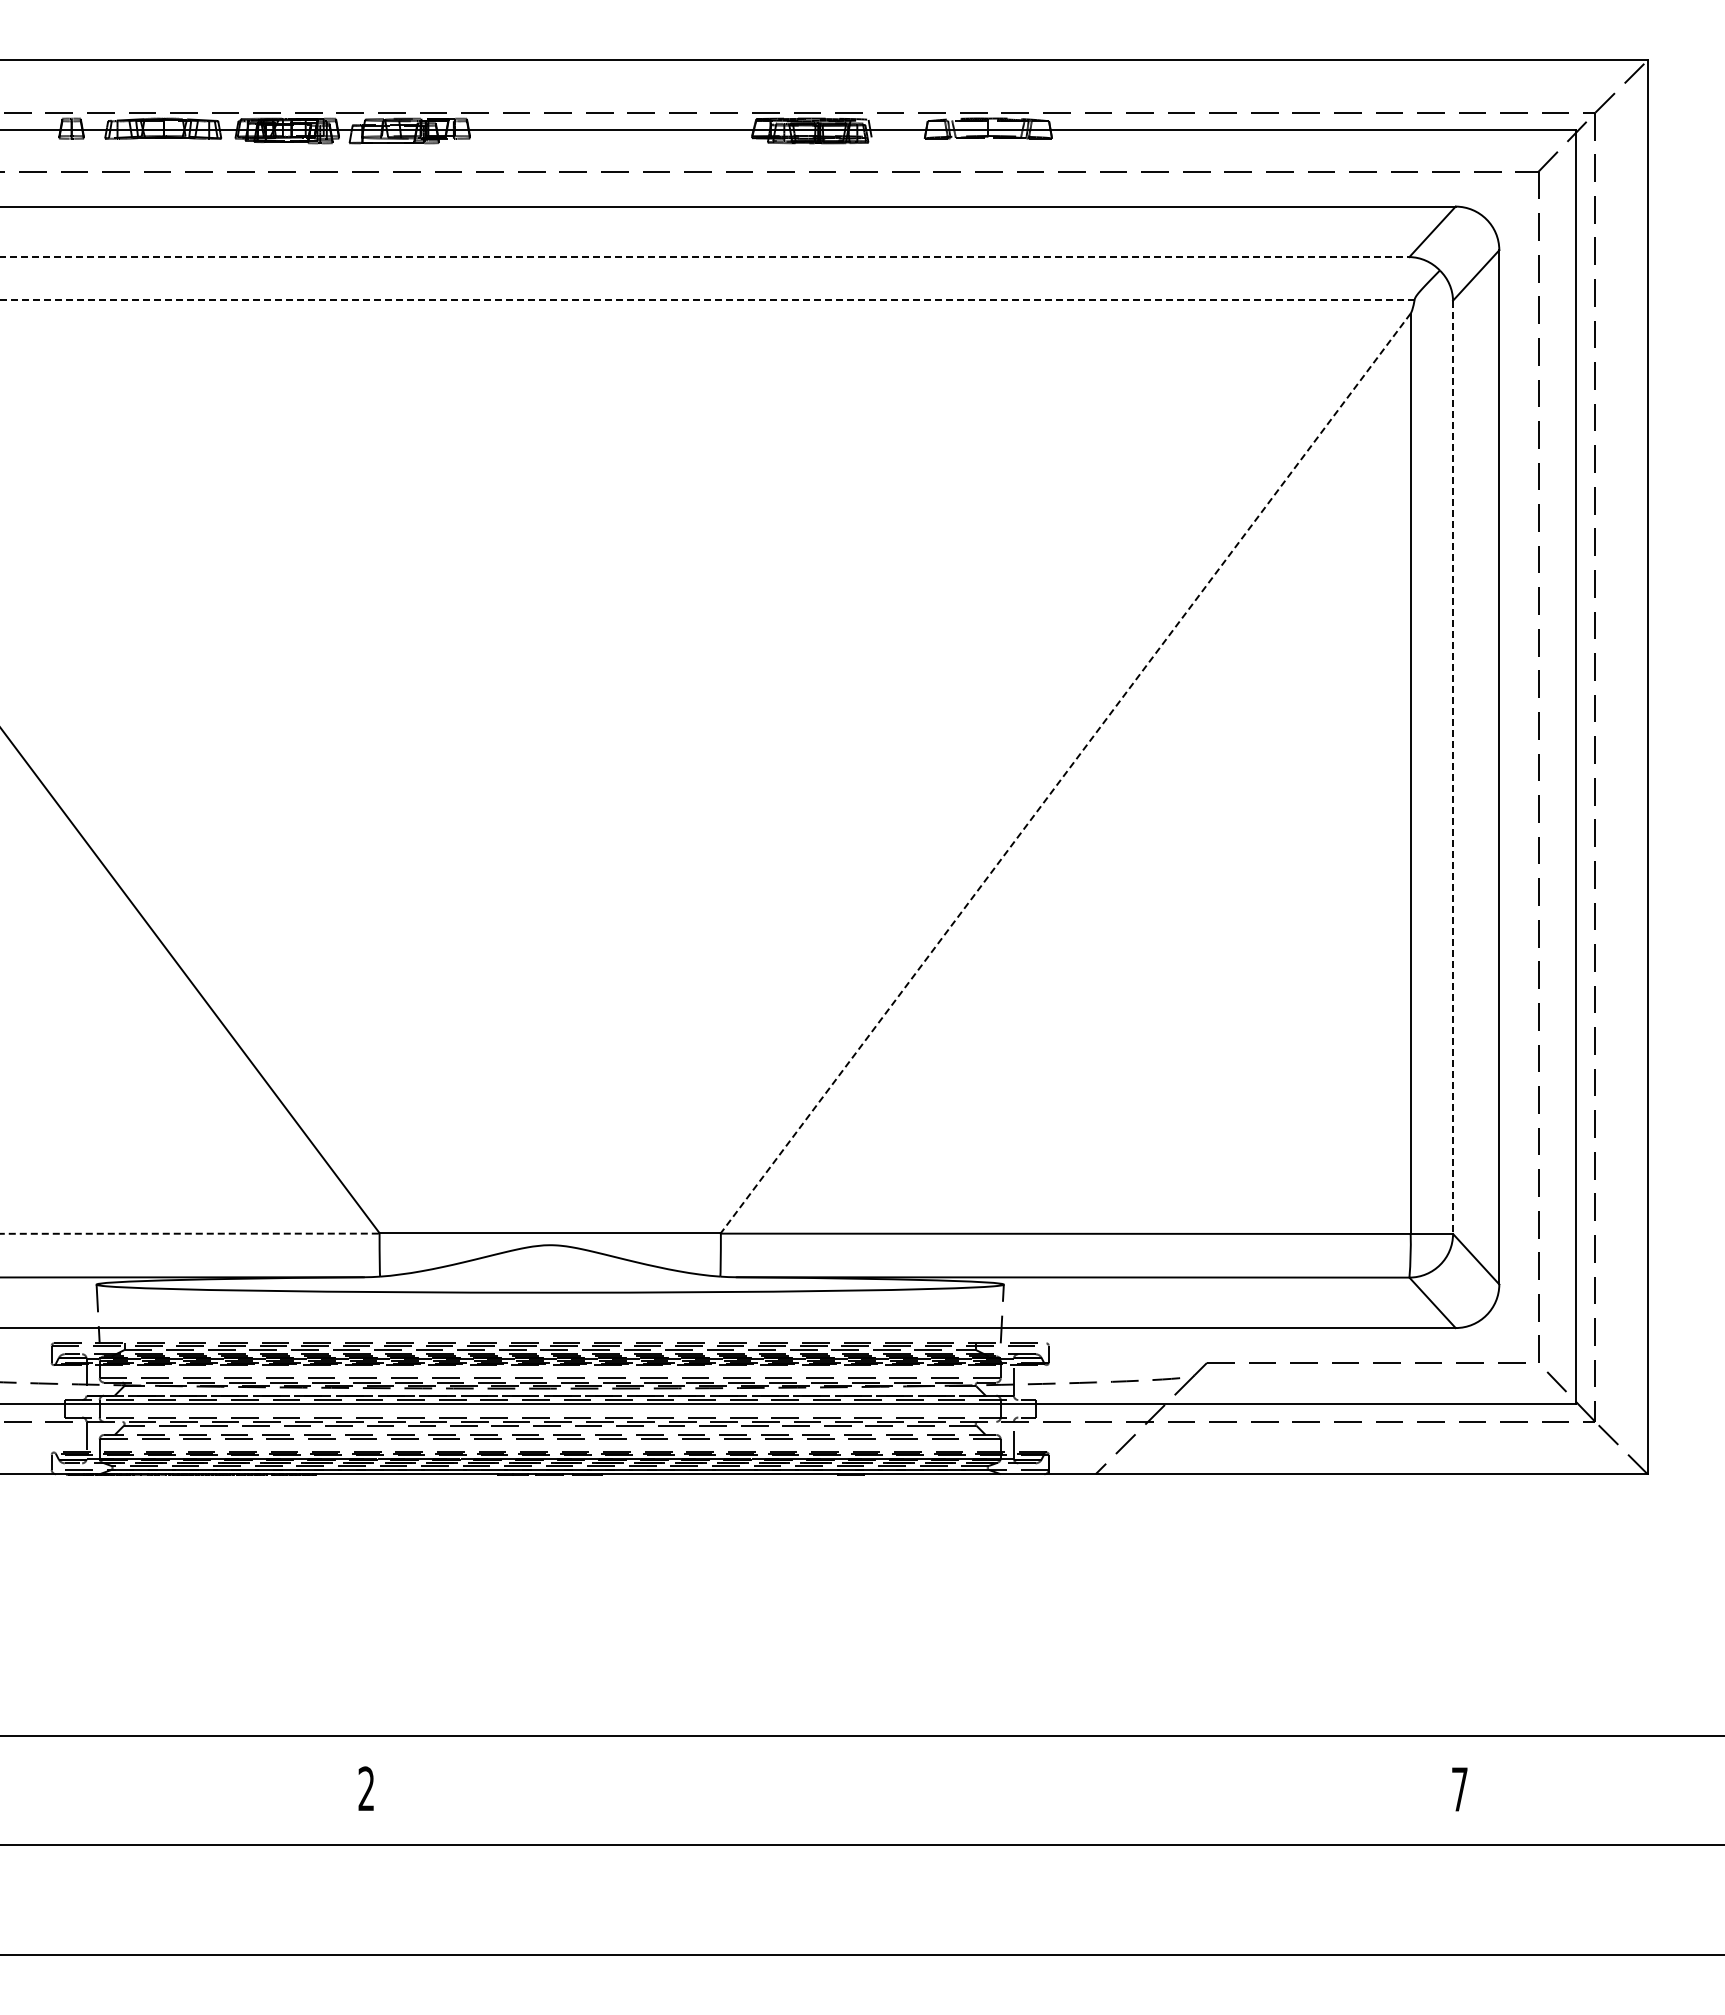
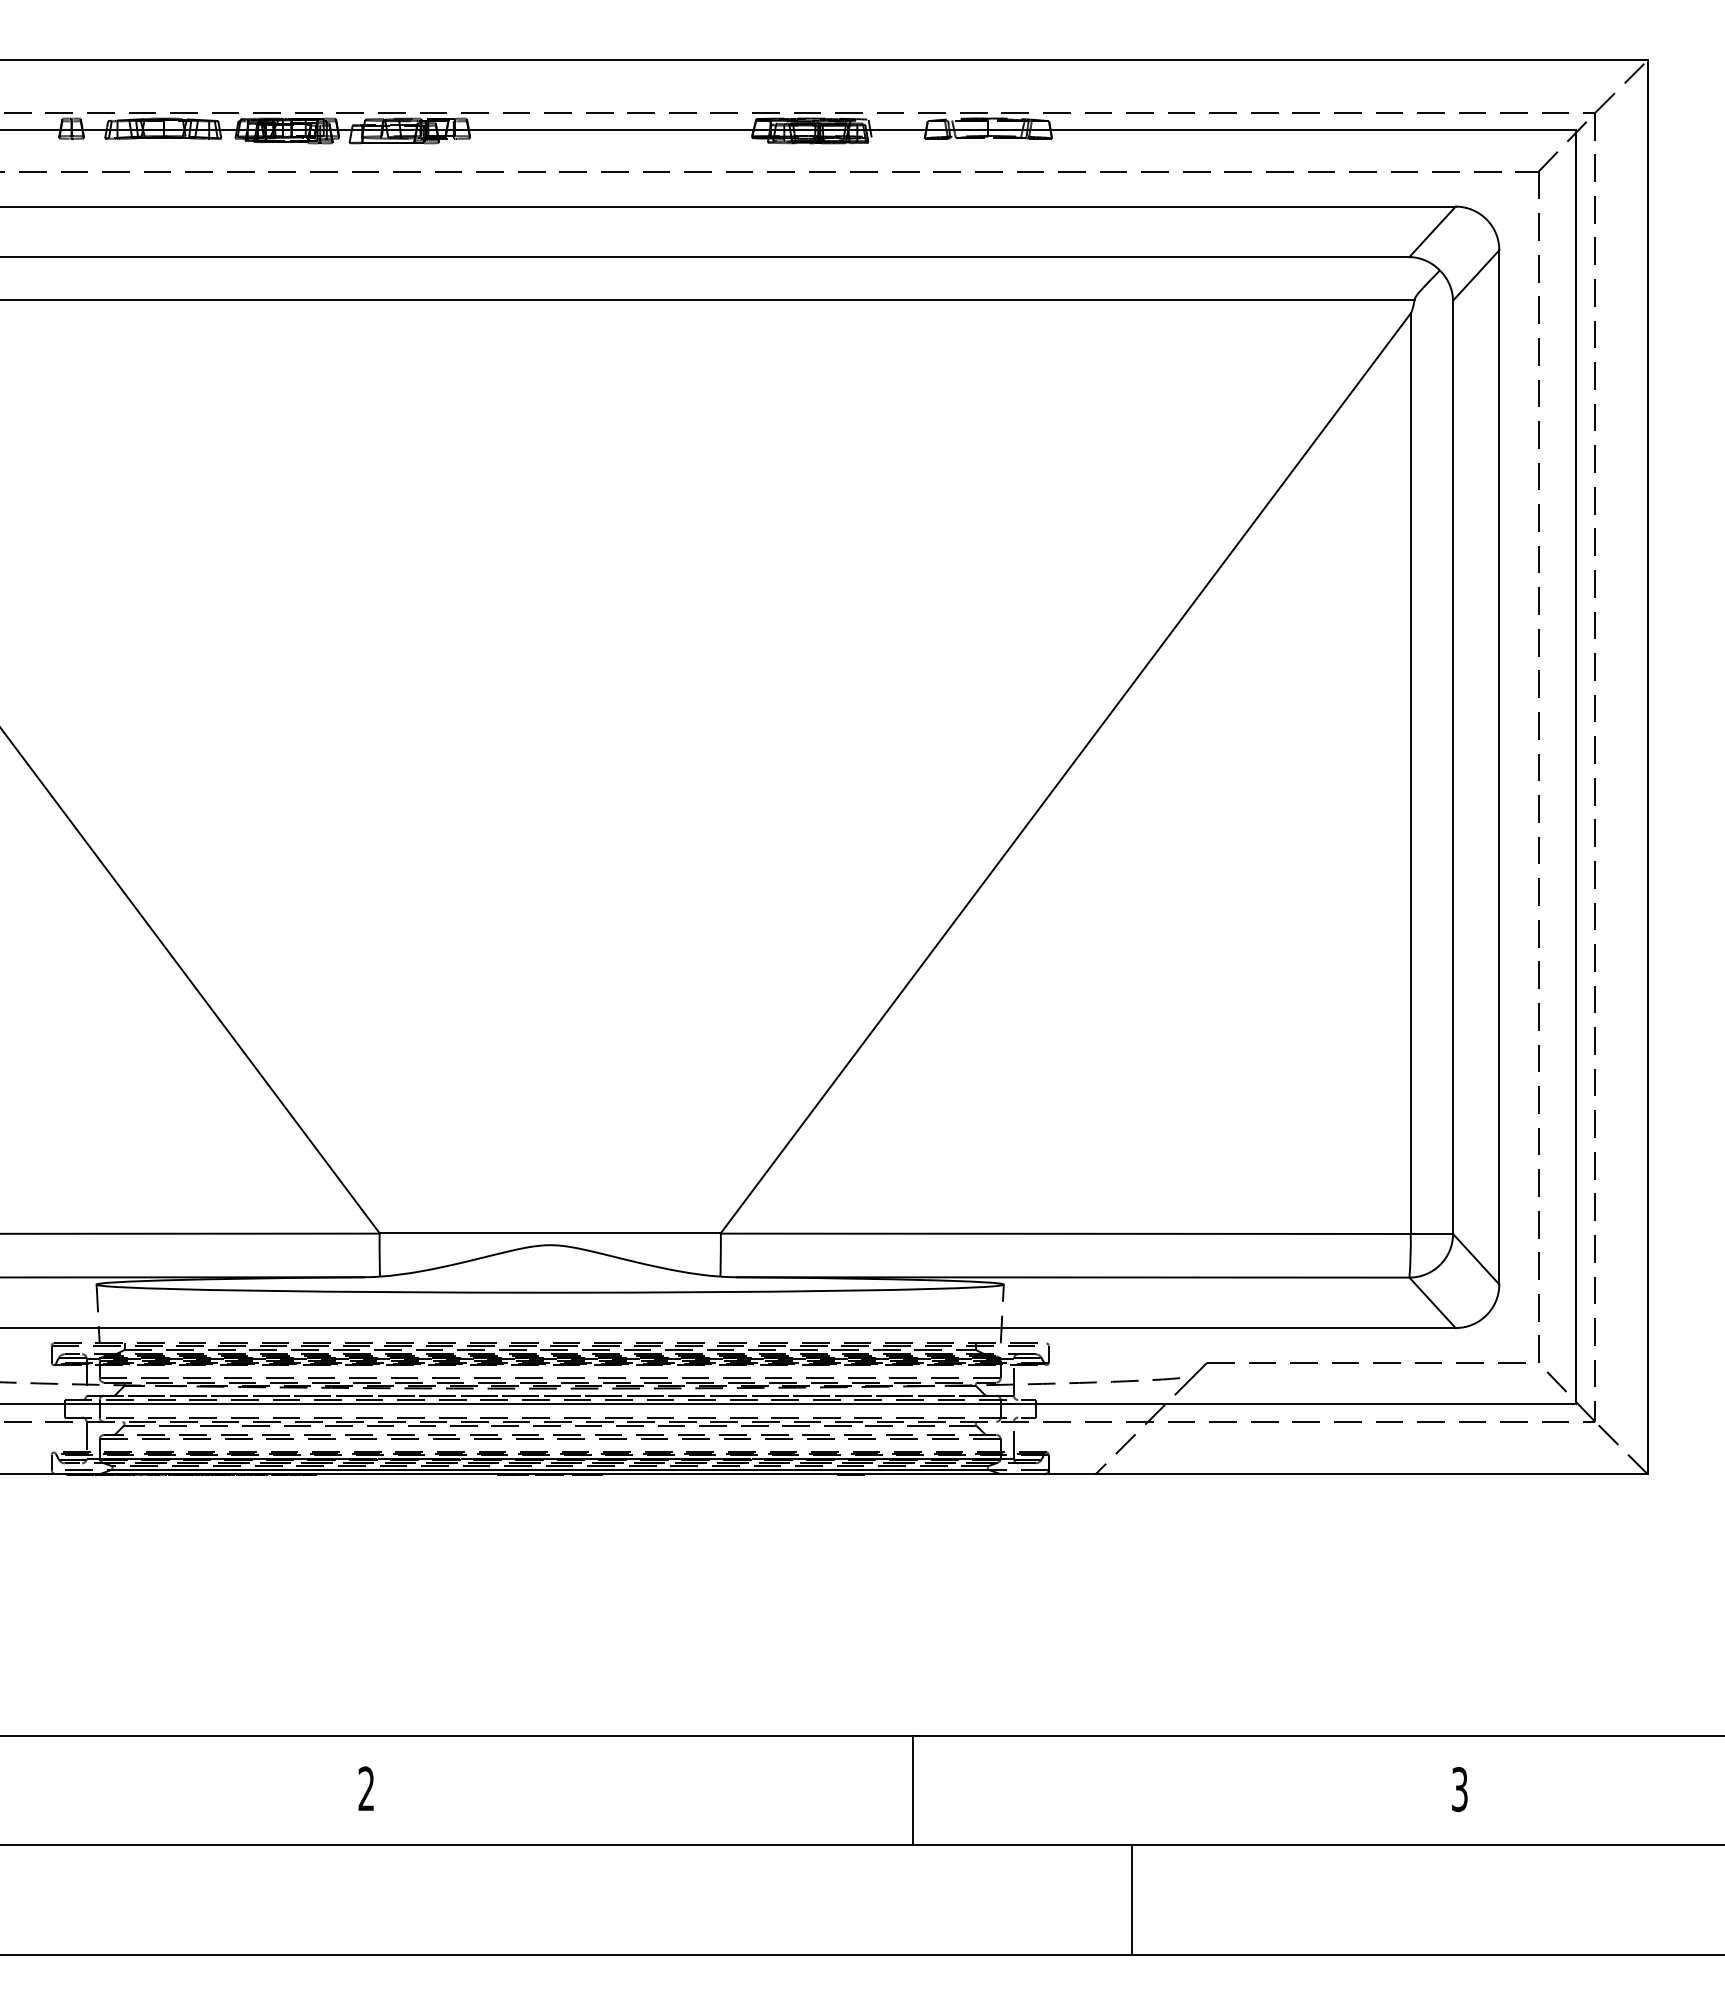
line at (705, 257): dashed -> solid
line at (707, 299): dashed -> solid
line at (1453, 767): dashed -> solid
line at (1065, 773): dashed -> solid
line at (190, 1233): dashed -> solid
text at (1459, 1789): 7 -> 3
line at (913, 1790): none -> present
line at (1131, 1899): none -> present
